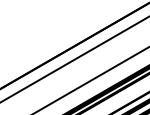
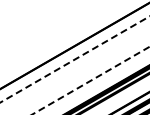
line at (74, 59): solid -> dashed
line at (91, 80): solid -> dashed
